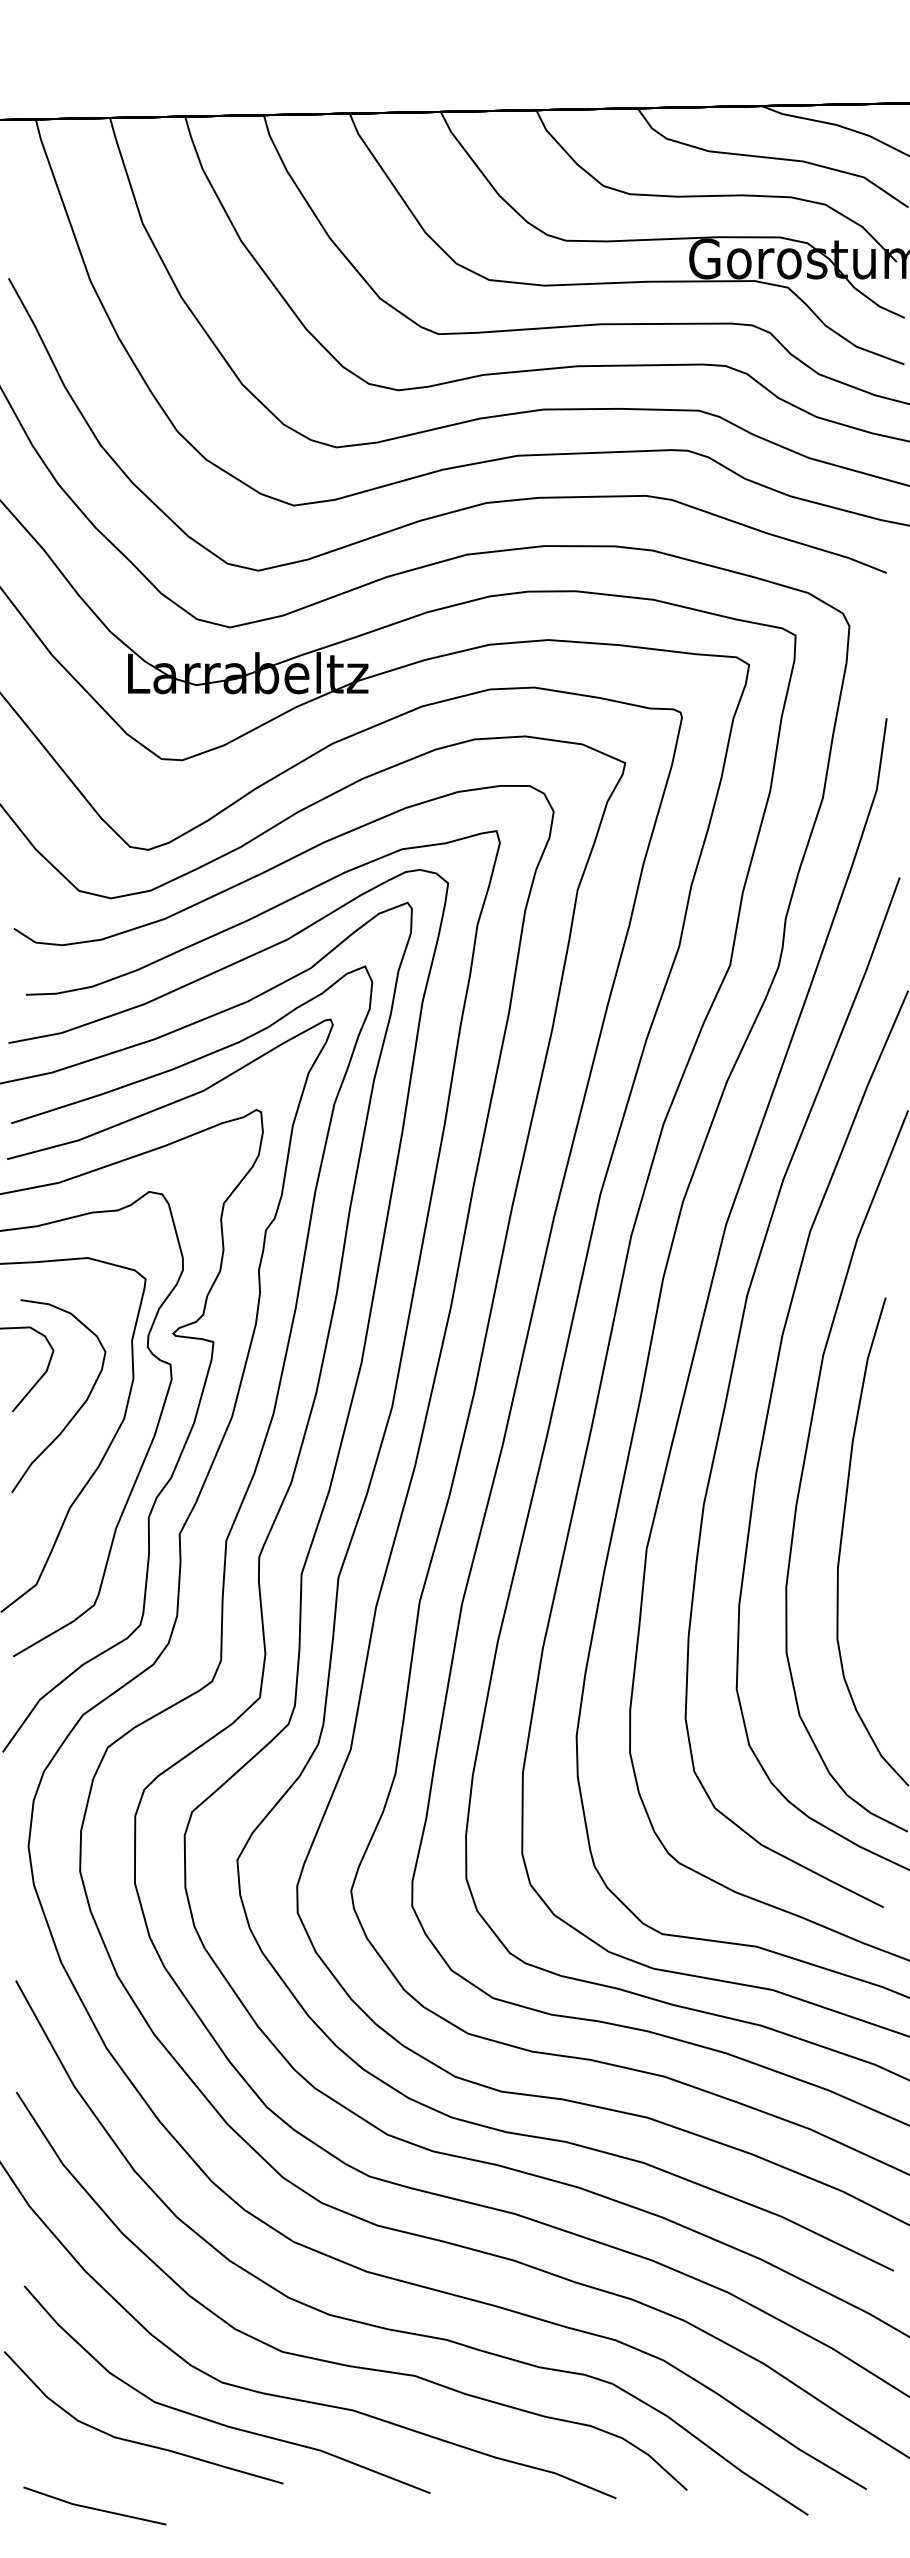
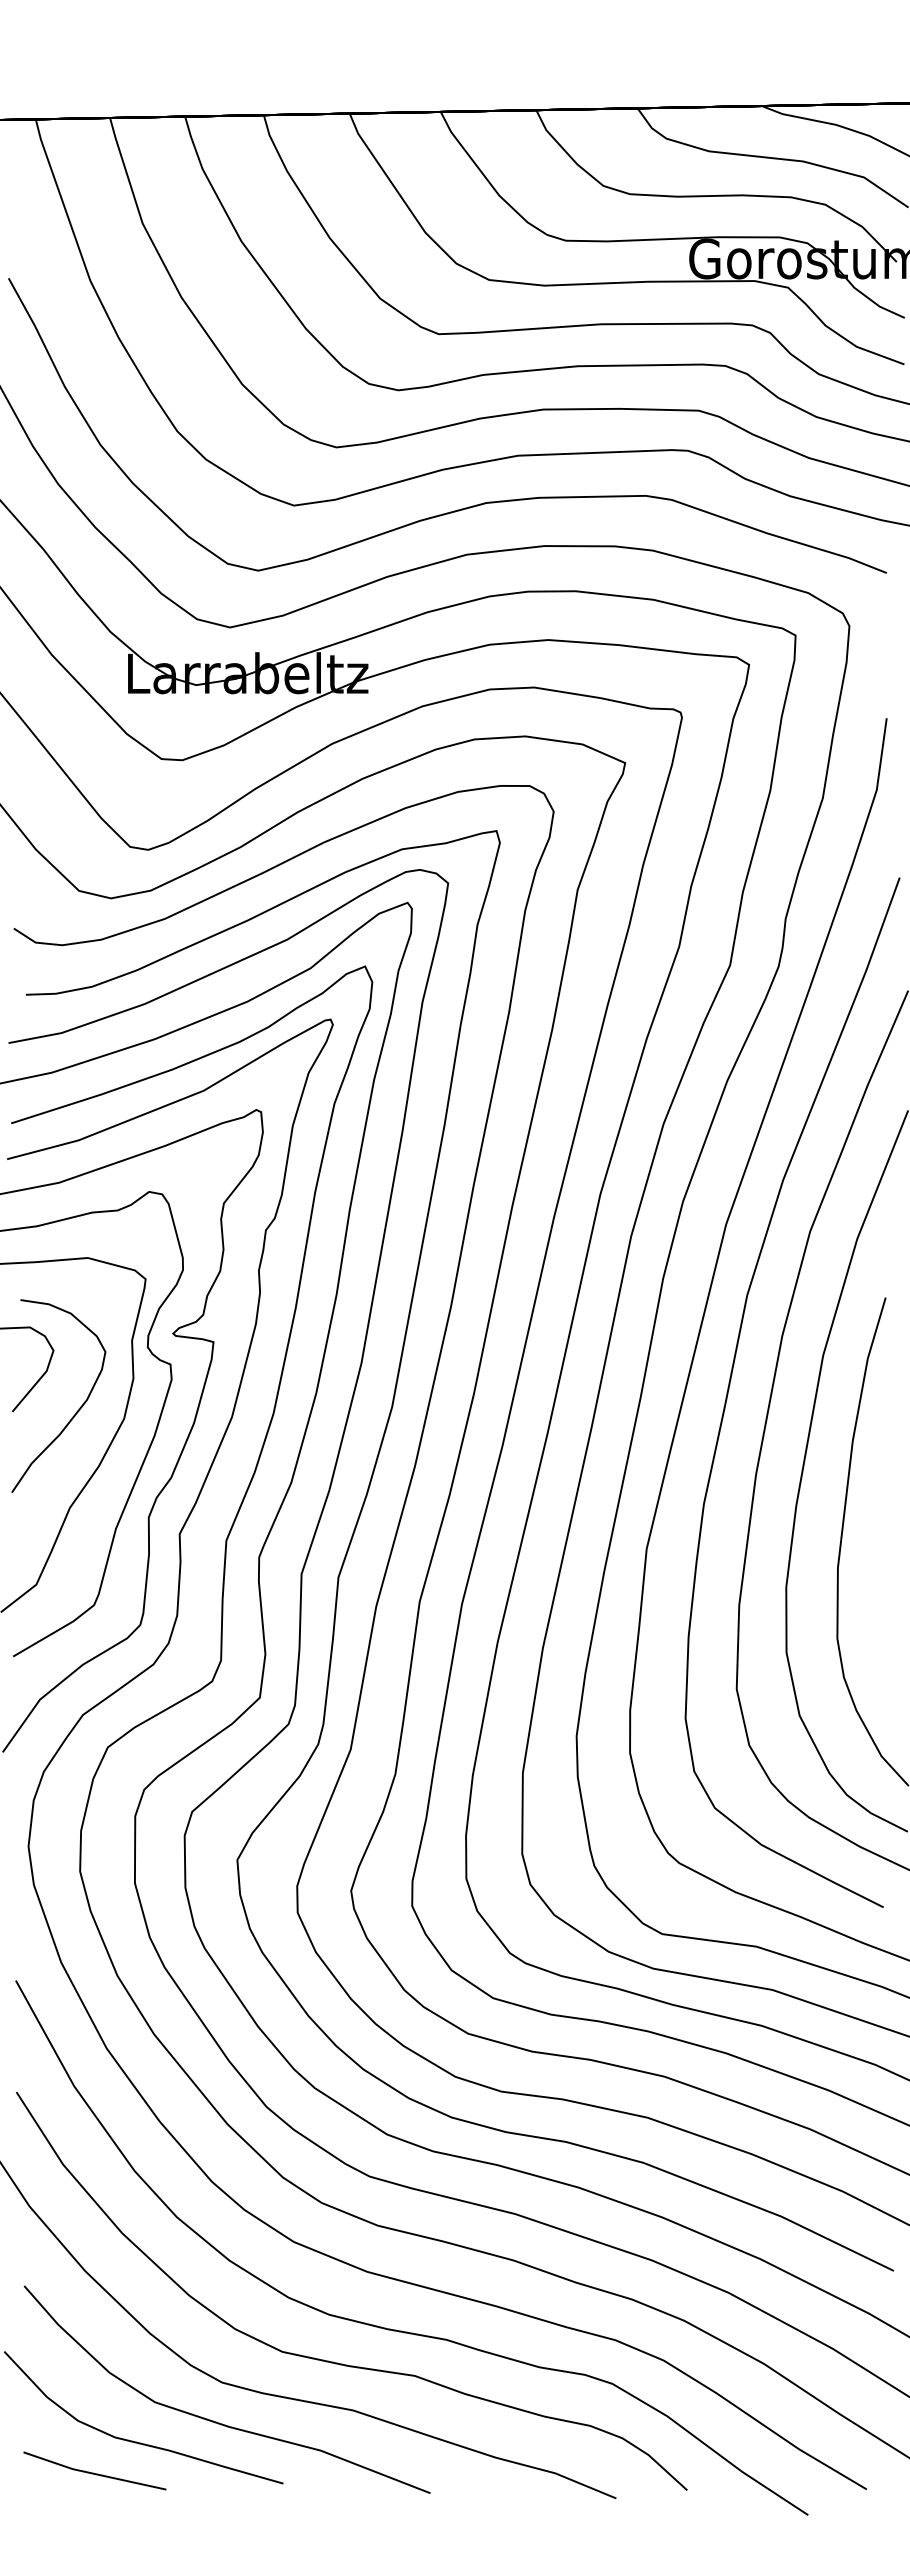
line at (93, 2507) position: (93, 2507) -> (93, 2472)
